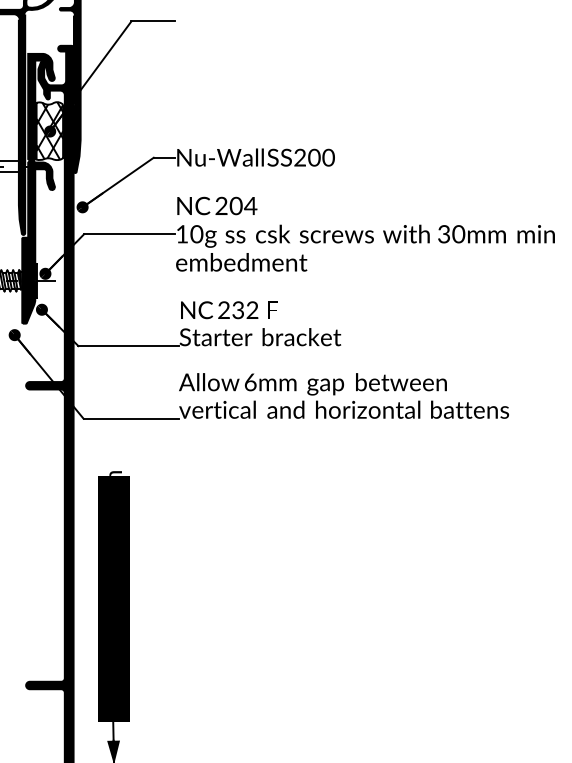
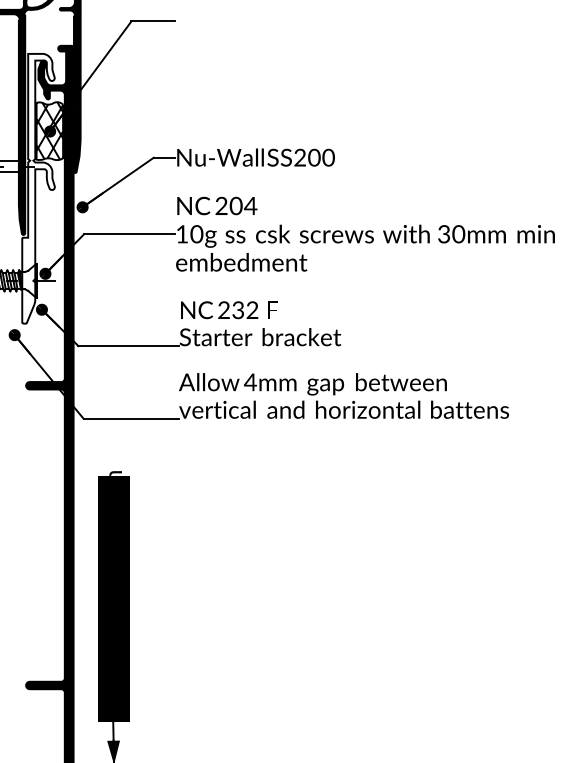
fill at (38, 188): present -> none
text at (250, 382): 6mm -> 4mm
